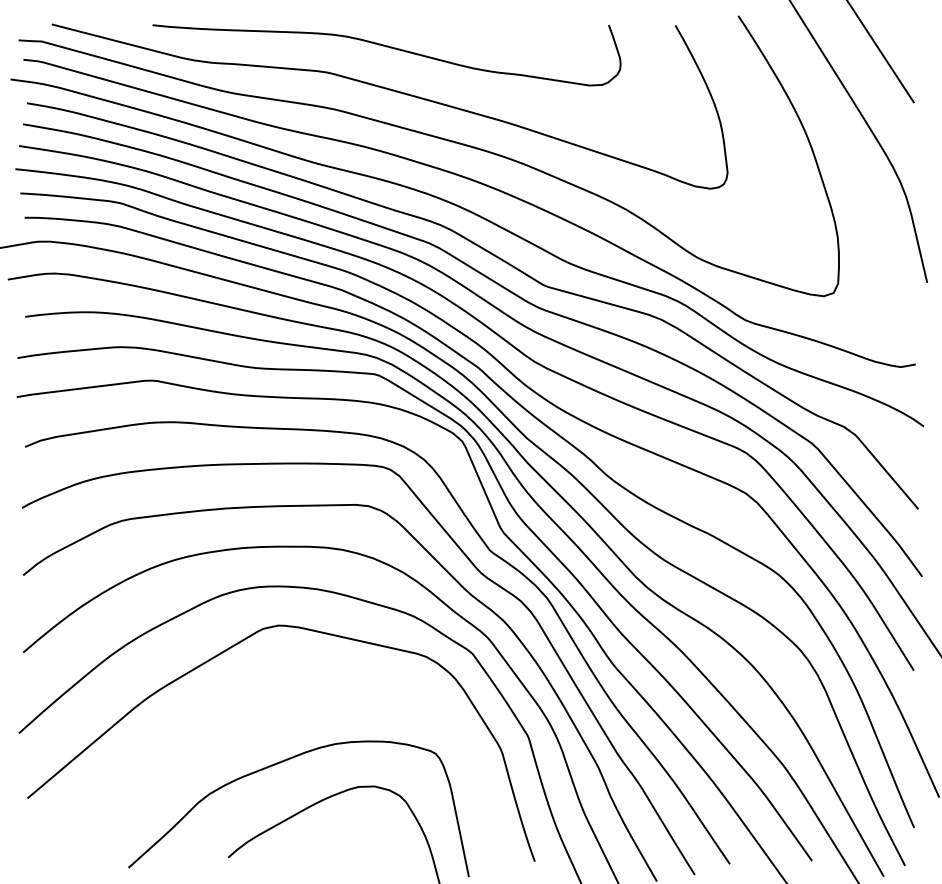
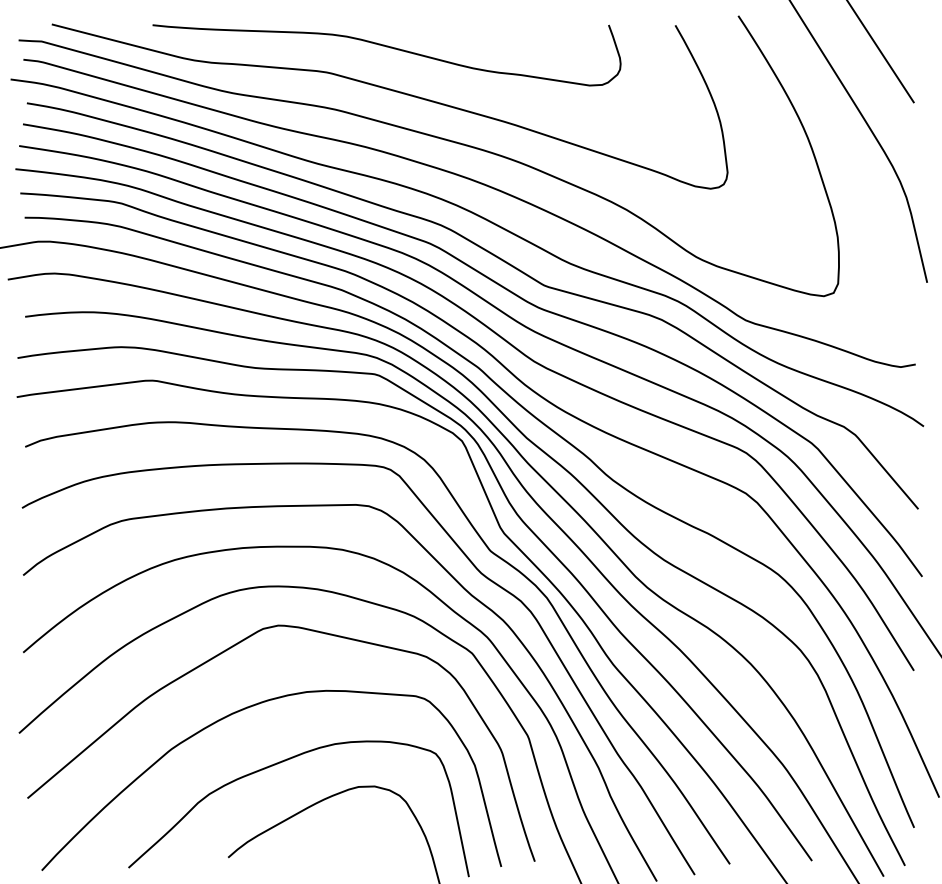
curve at (243, 710): none -> present
